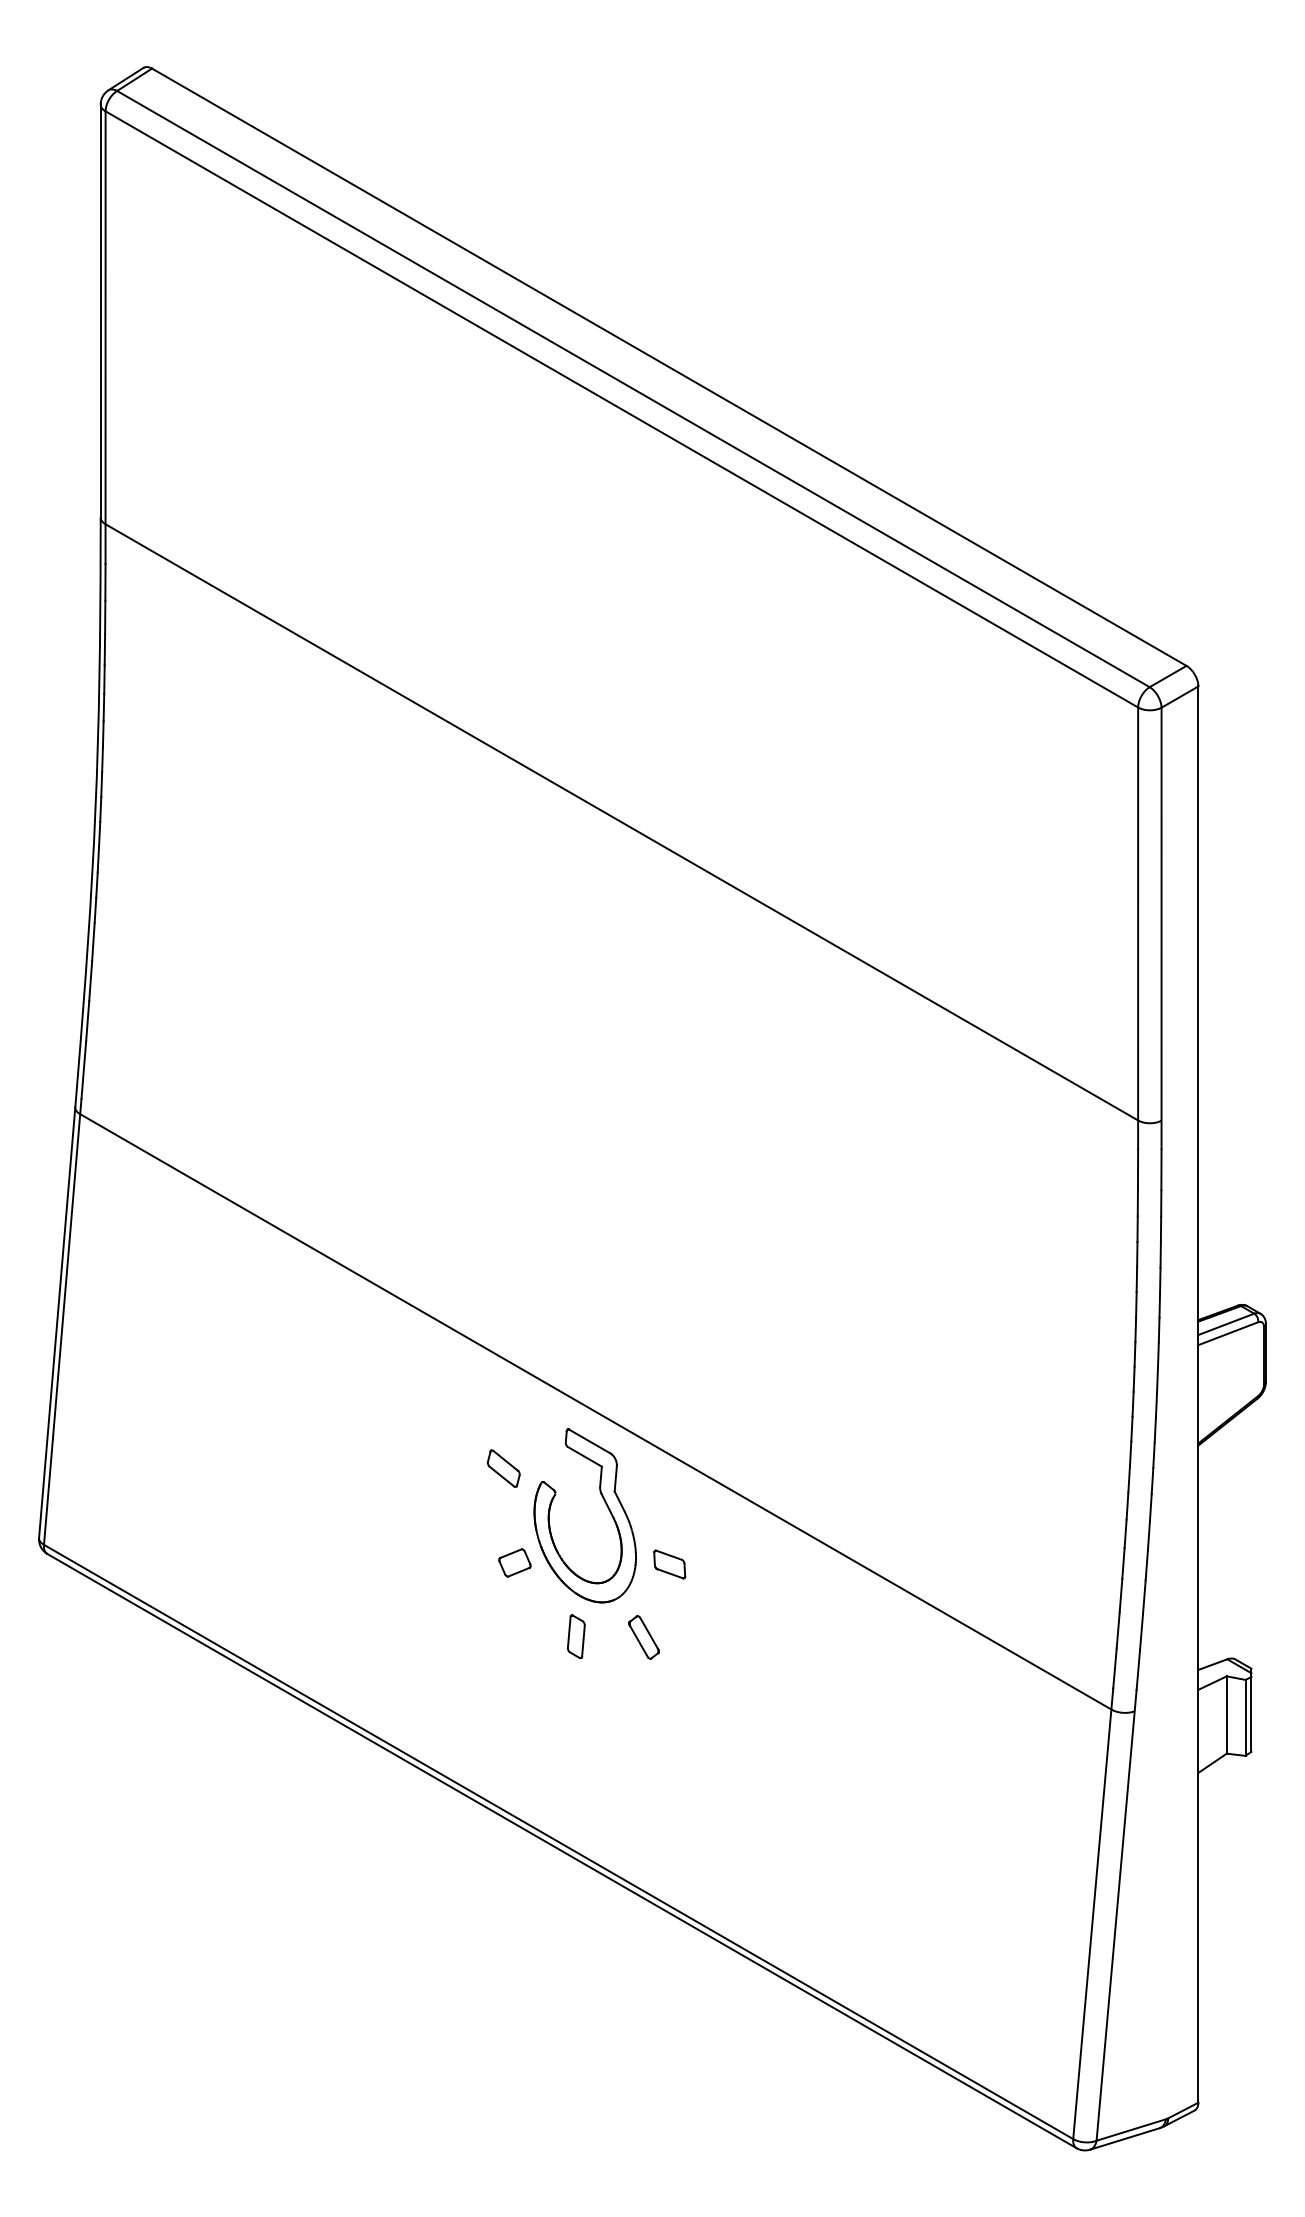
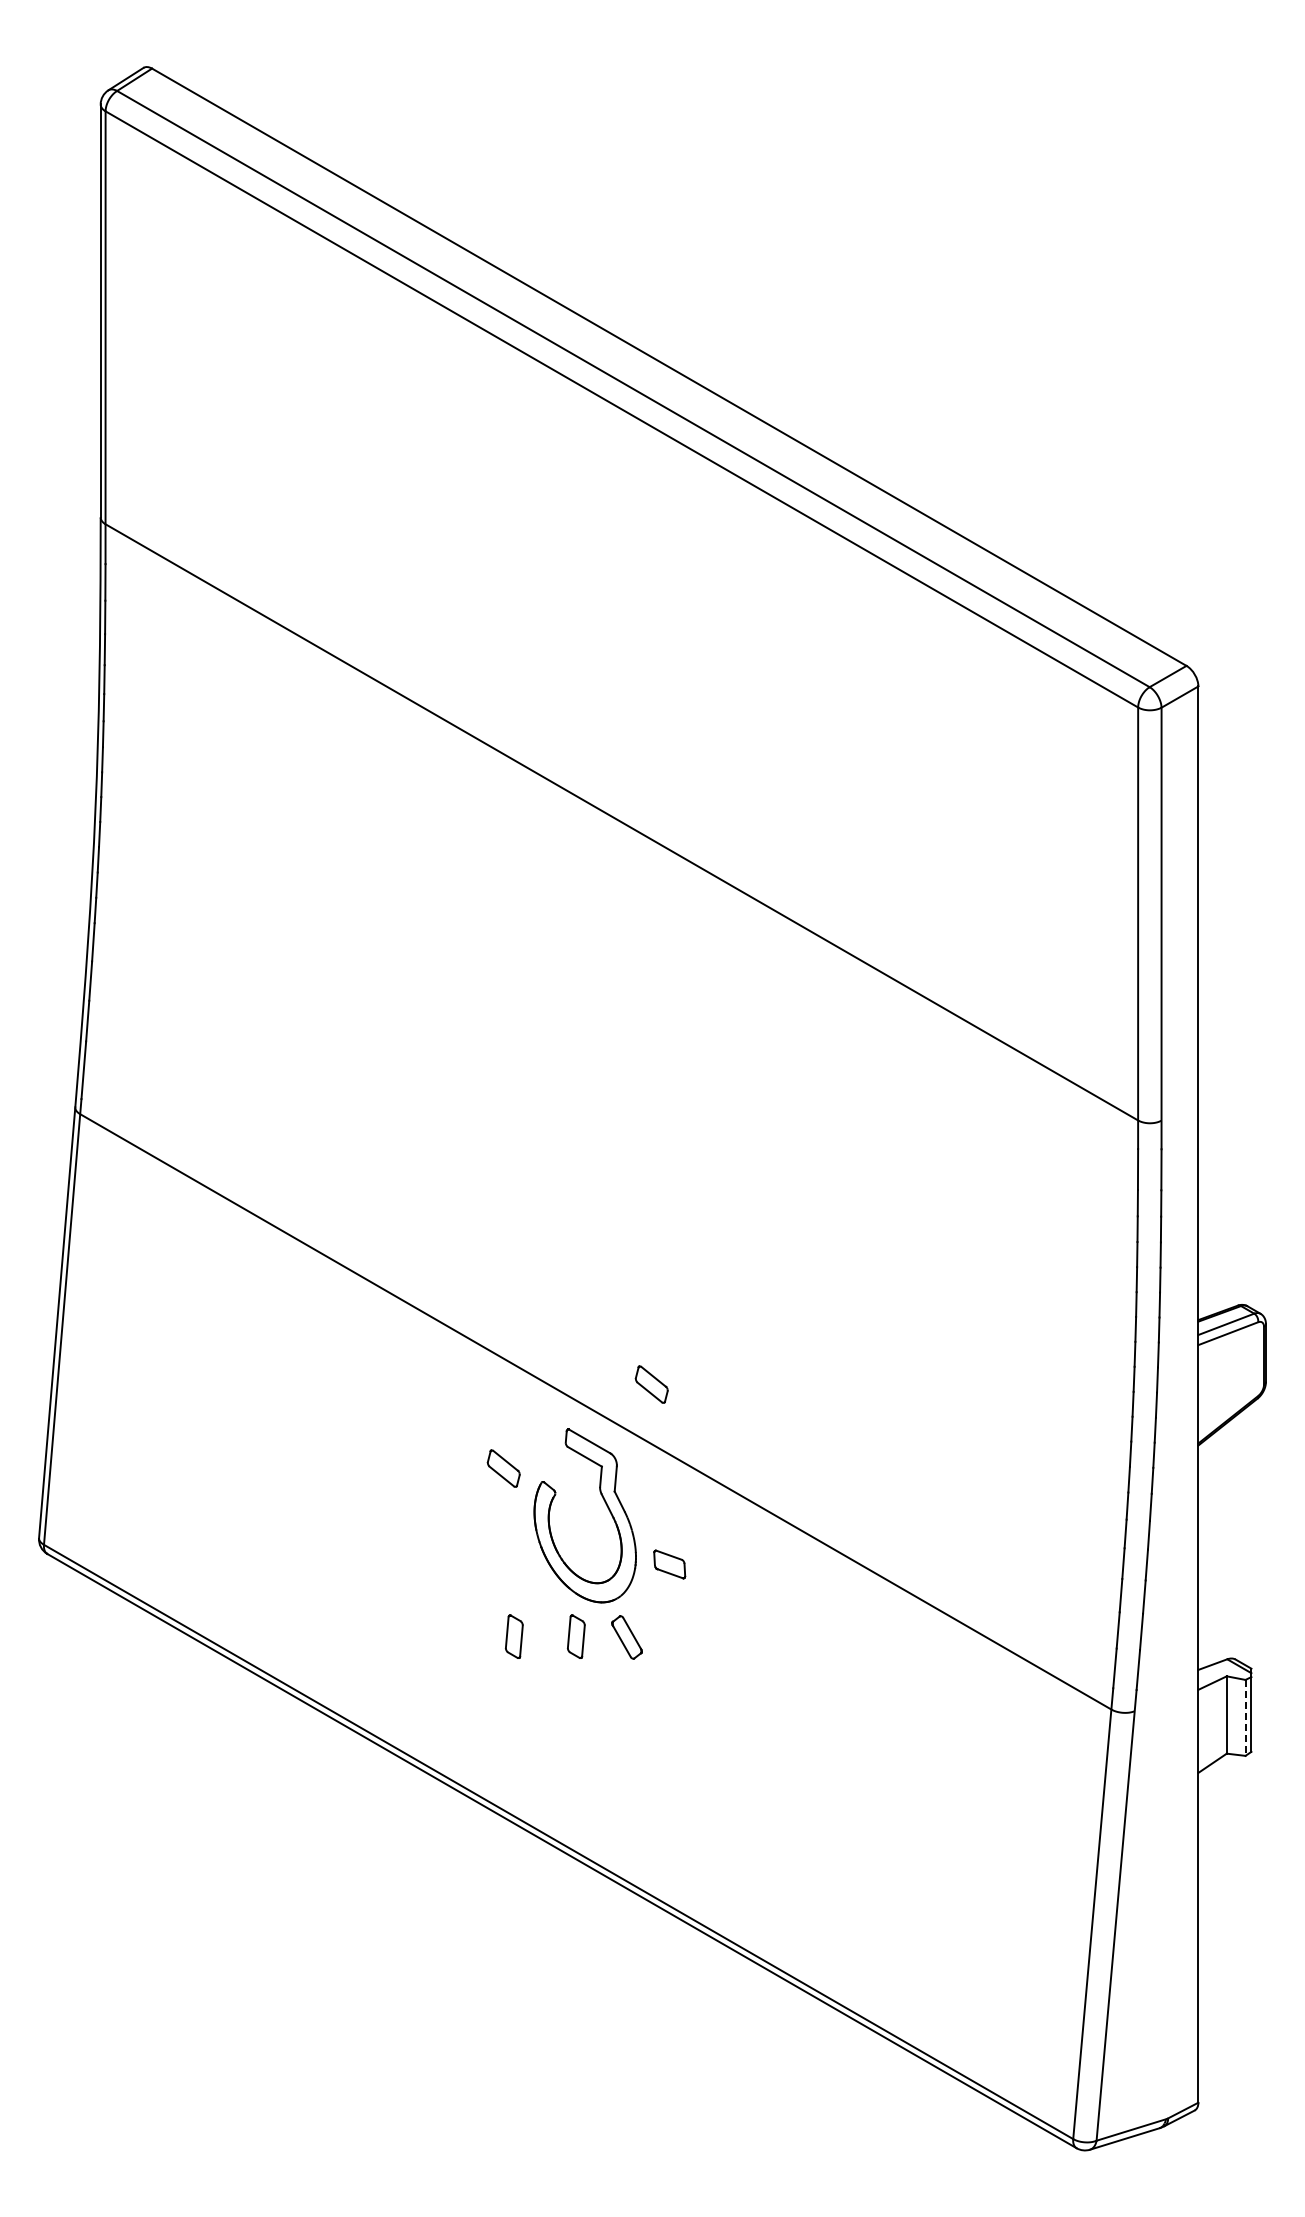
part at (651, 1384): none -> present
part at (514, 1562): present -> none
part at (514, 1636): none -> present
part at (643, 1637) position: (643, 1637) -> (626, 1637)
line at (1245, 1717): solid -> dashed
